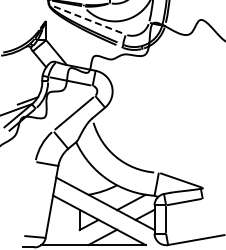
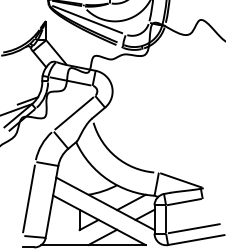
line at (87, 19): dashed -> solid
line at (28, 198): none -> present
line at (193, 228): none -> present
